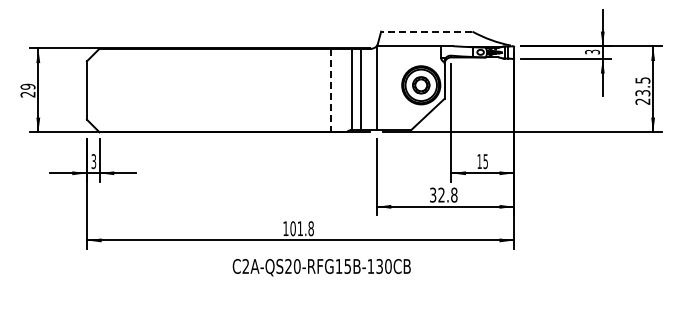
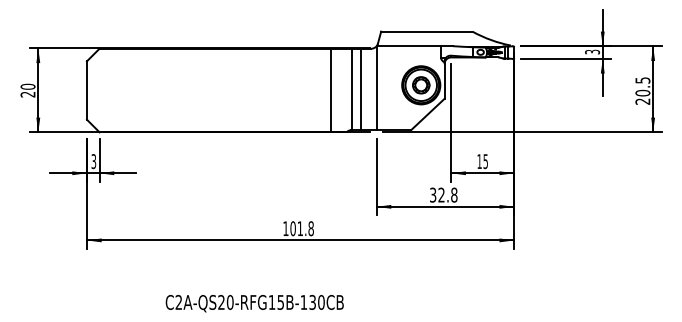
line at (426, 31): dashed -> solid
text at (28, 86): 29 -> 20
line at (331, 90): dashed -> solid
text at (642, 92): 23.5 -> 20.5
text at (321, 267) position: (321, 267) -> (254, 303)
